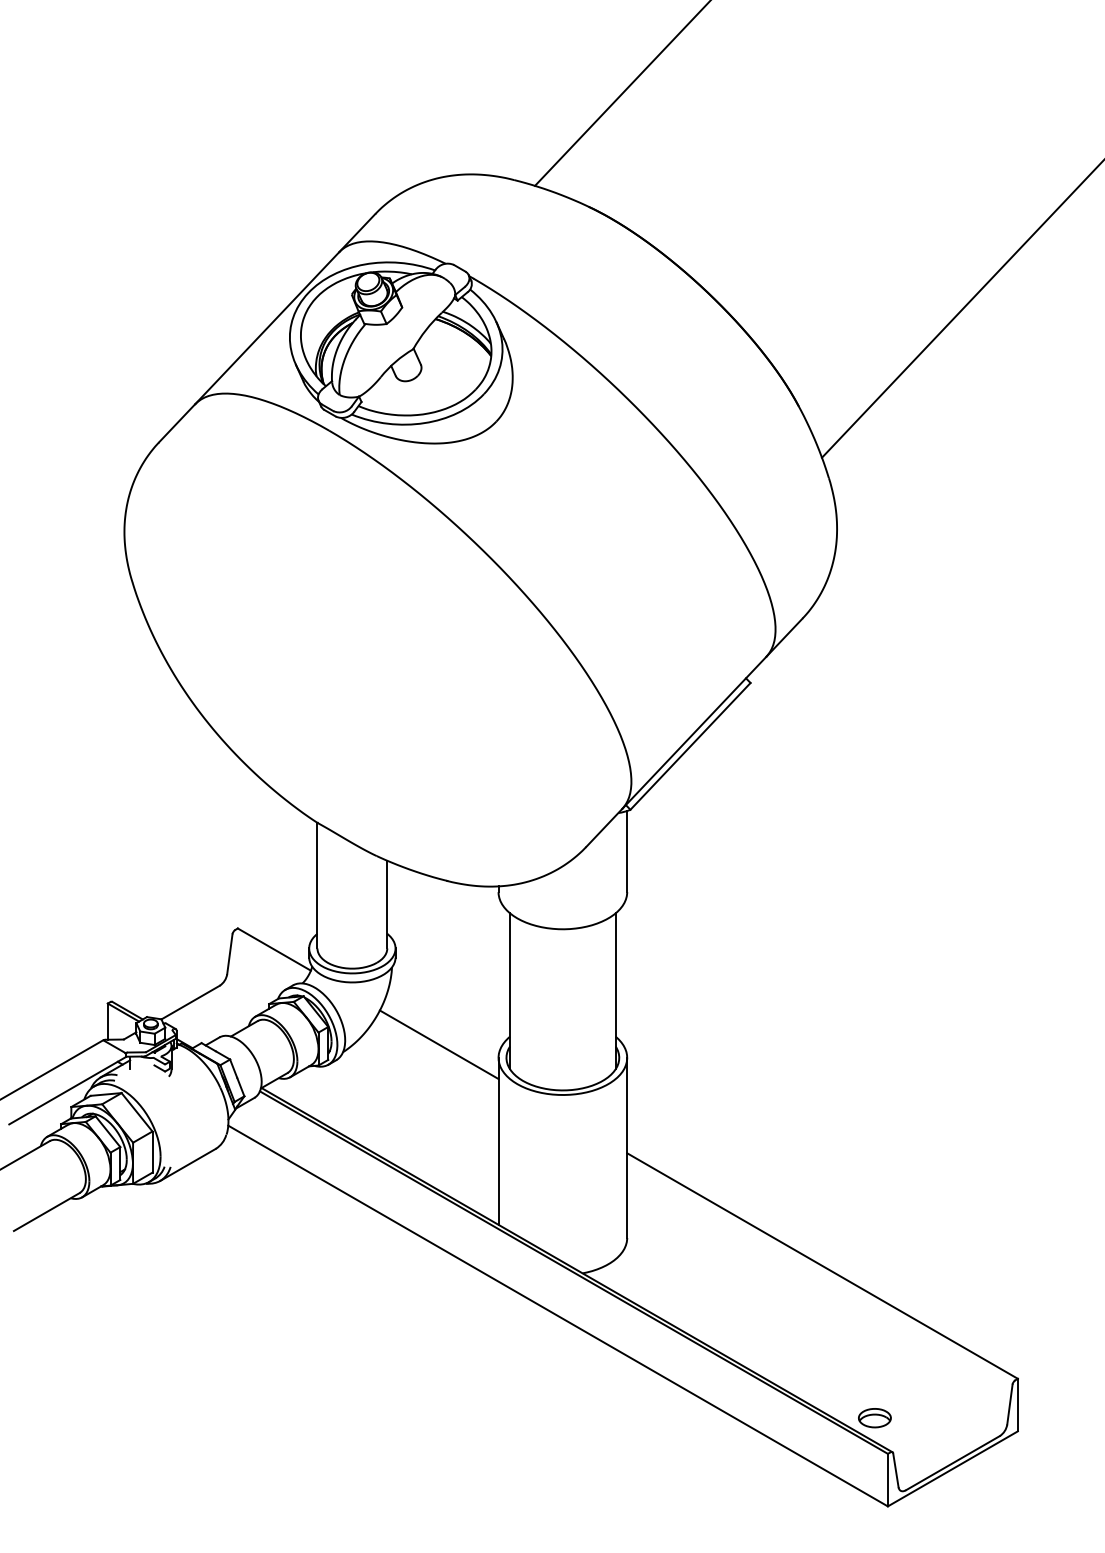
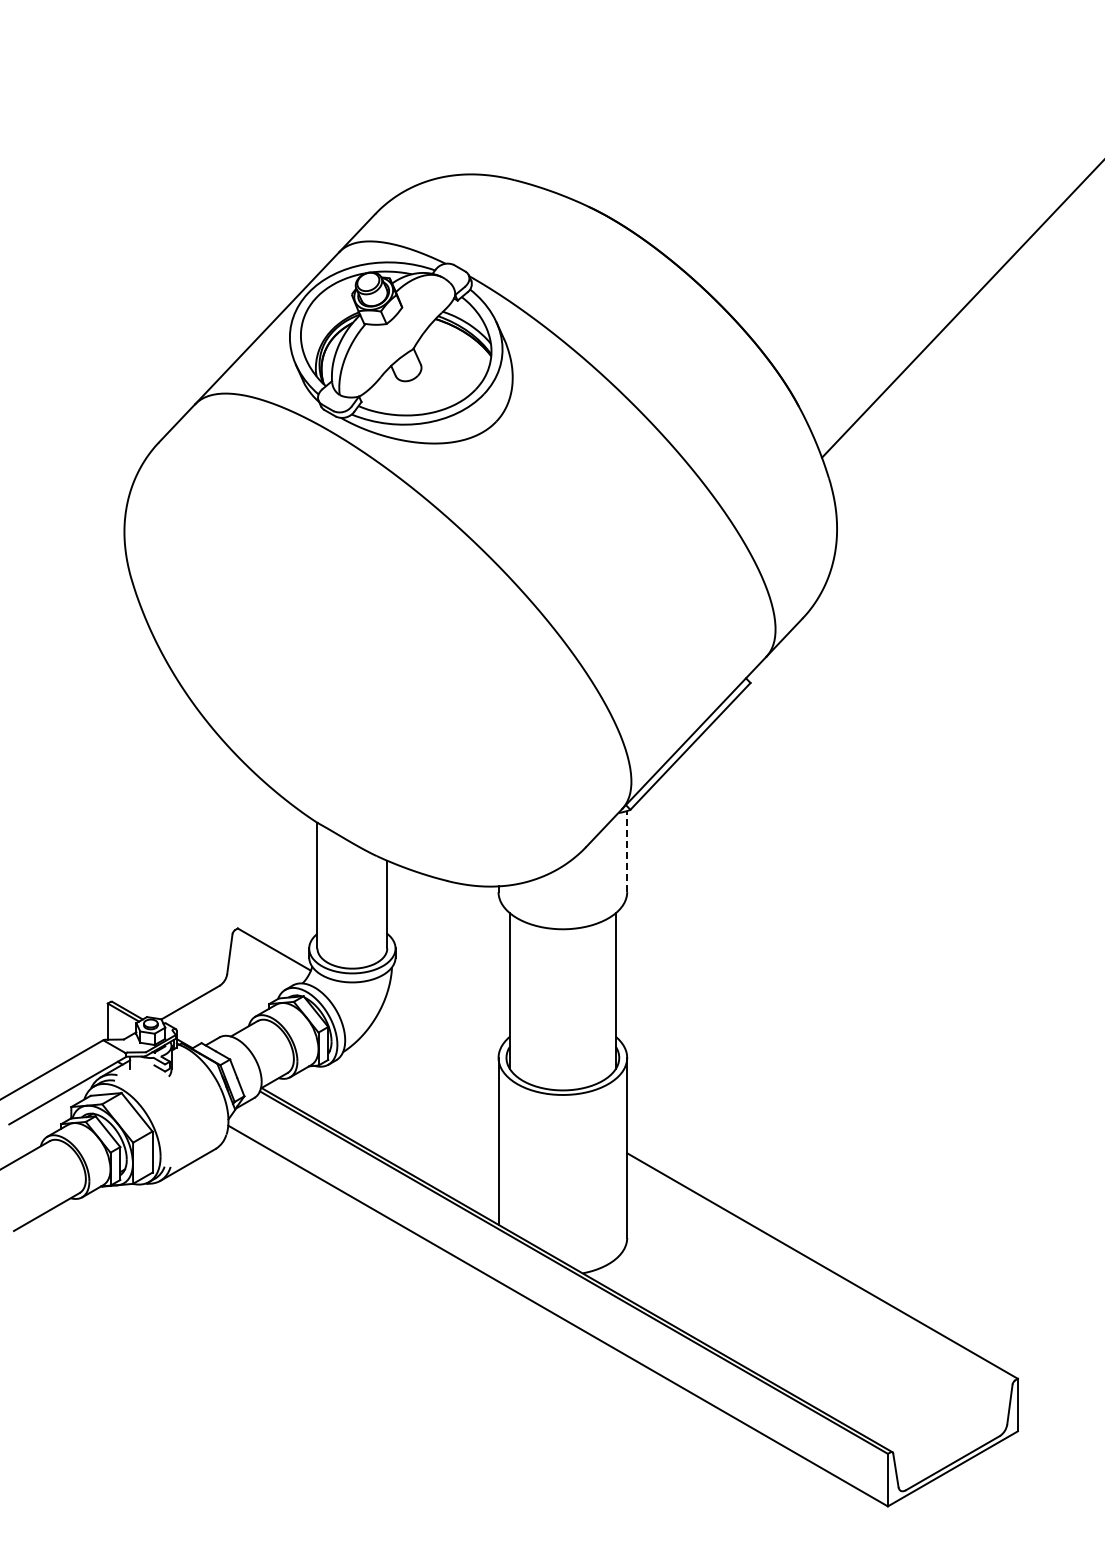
line at (622, 93): present -> none
line at (627, 851): solid -> dashed
line at (438, 1044): present -> none
part at (874, 1418): present -> none
